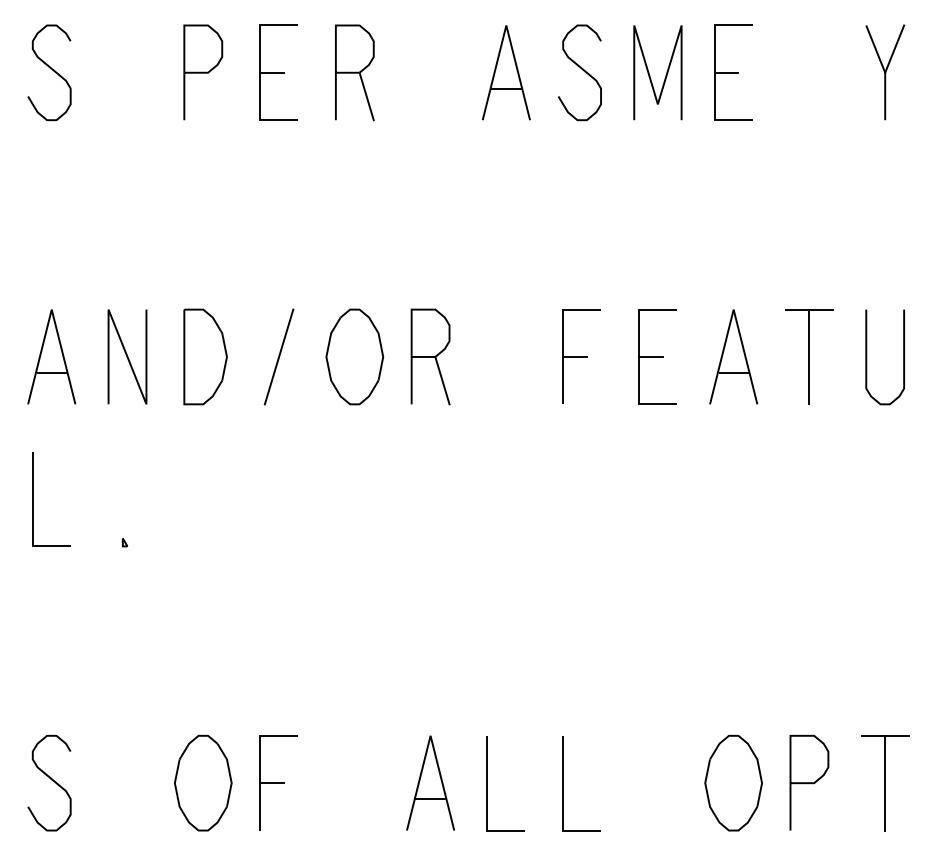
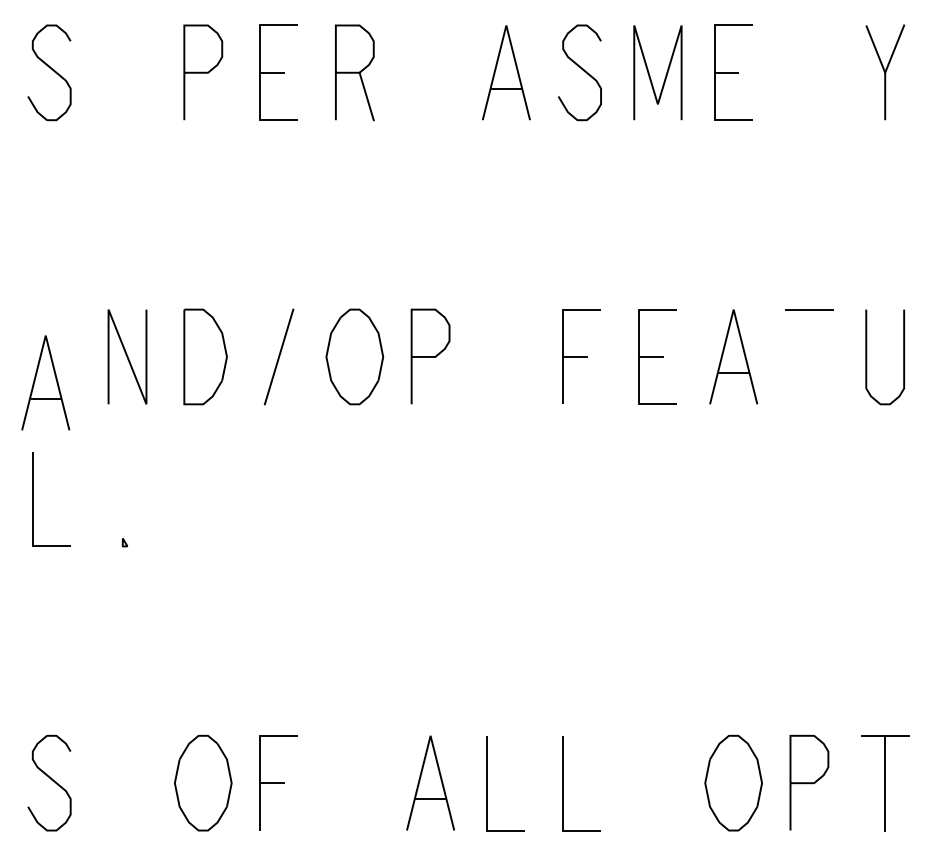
part at (51, 356) position: (51, 356) -> (45, 382)
line at (809, 356): present -> none
line at (442, 380): present -> none
